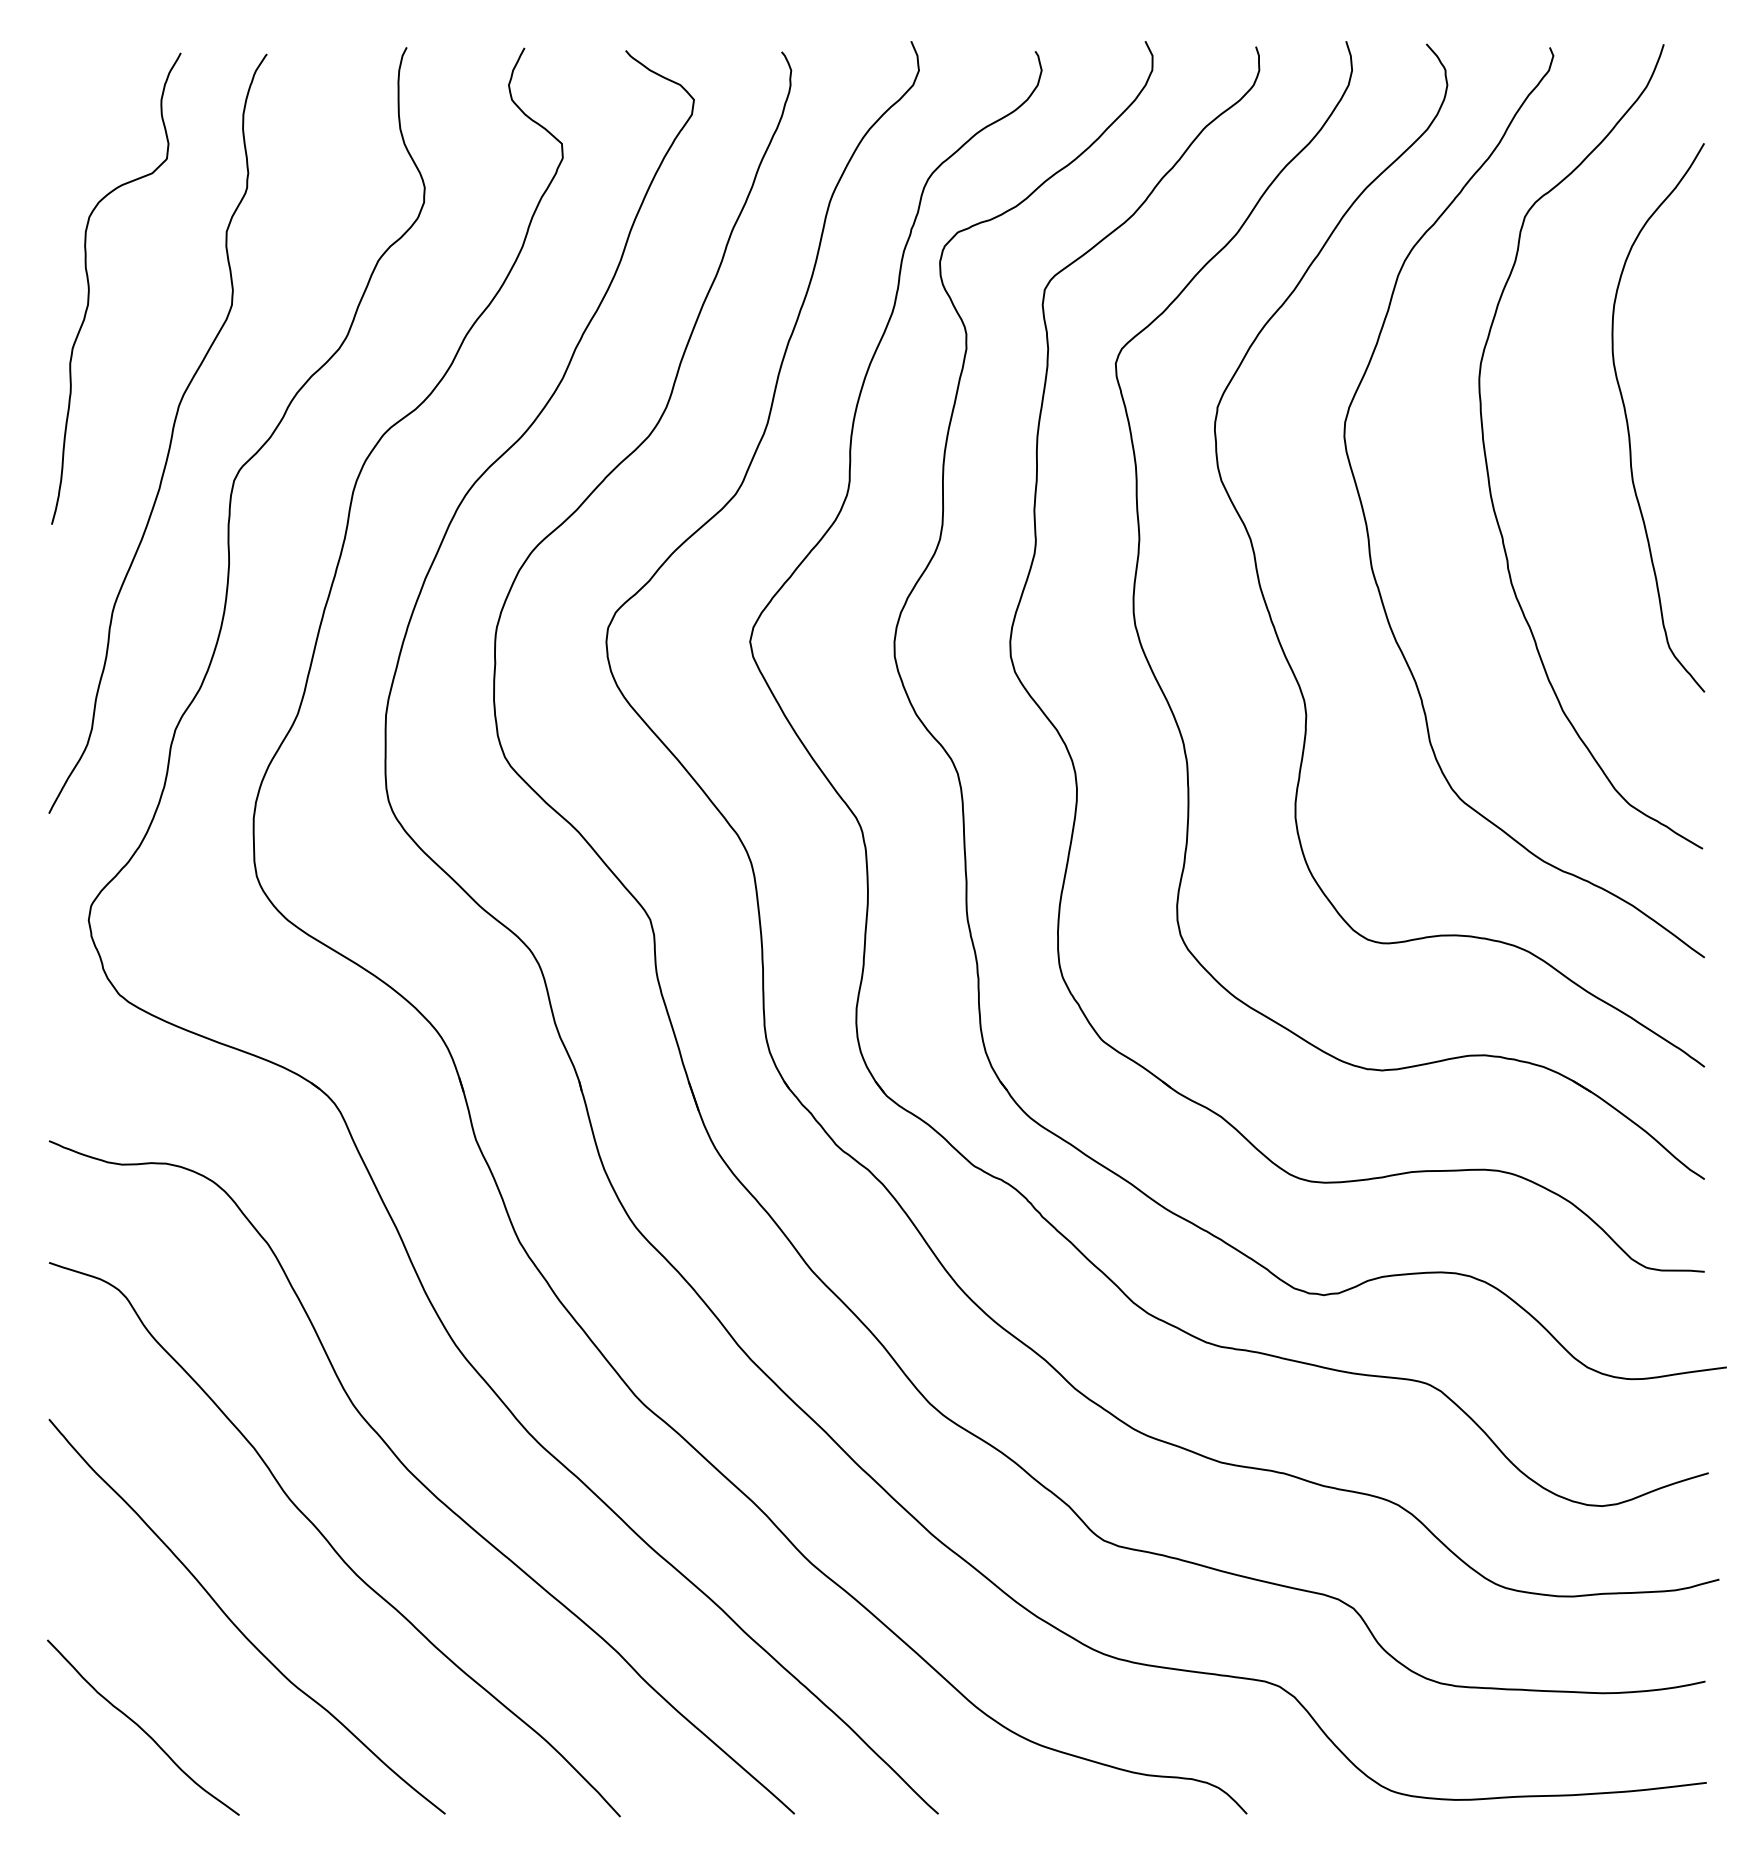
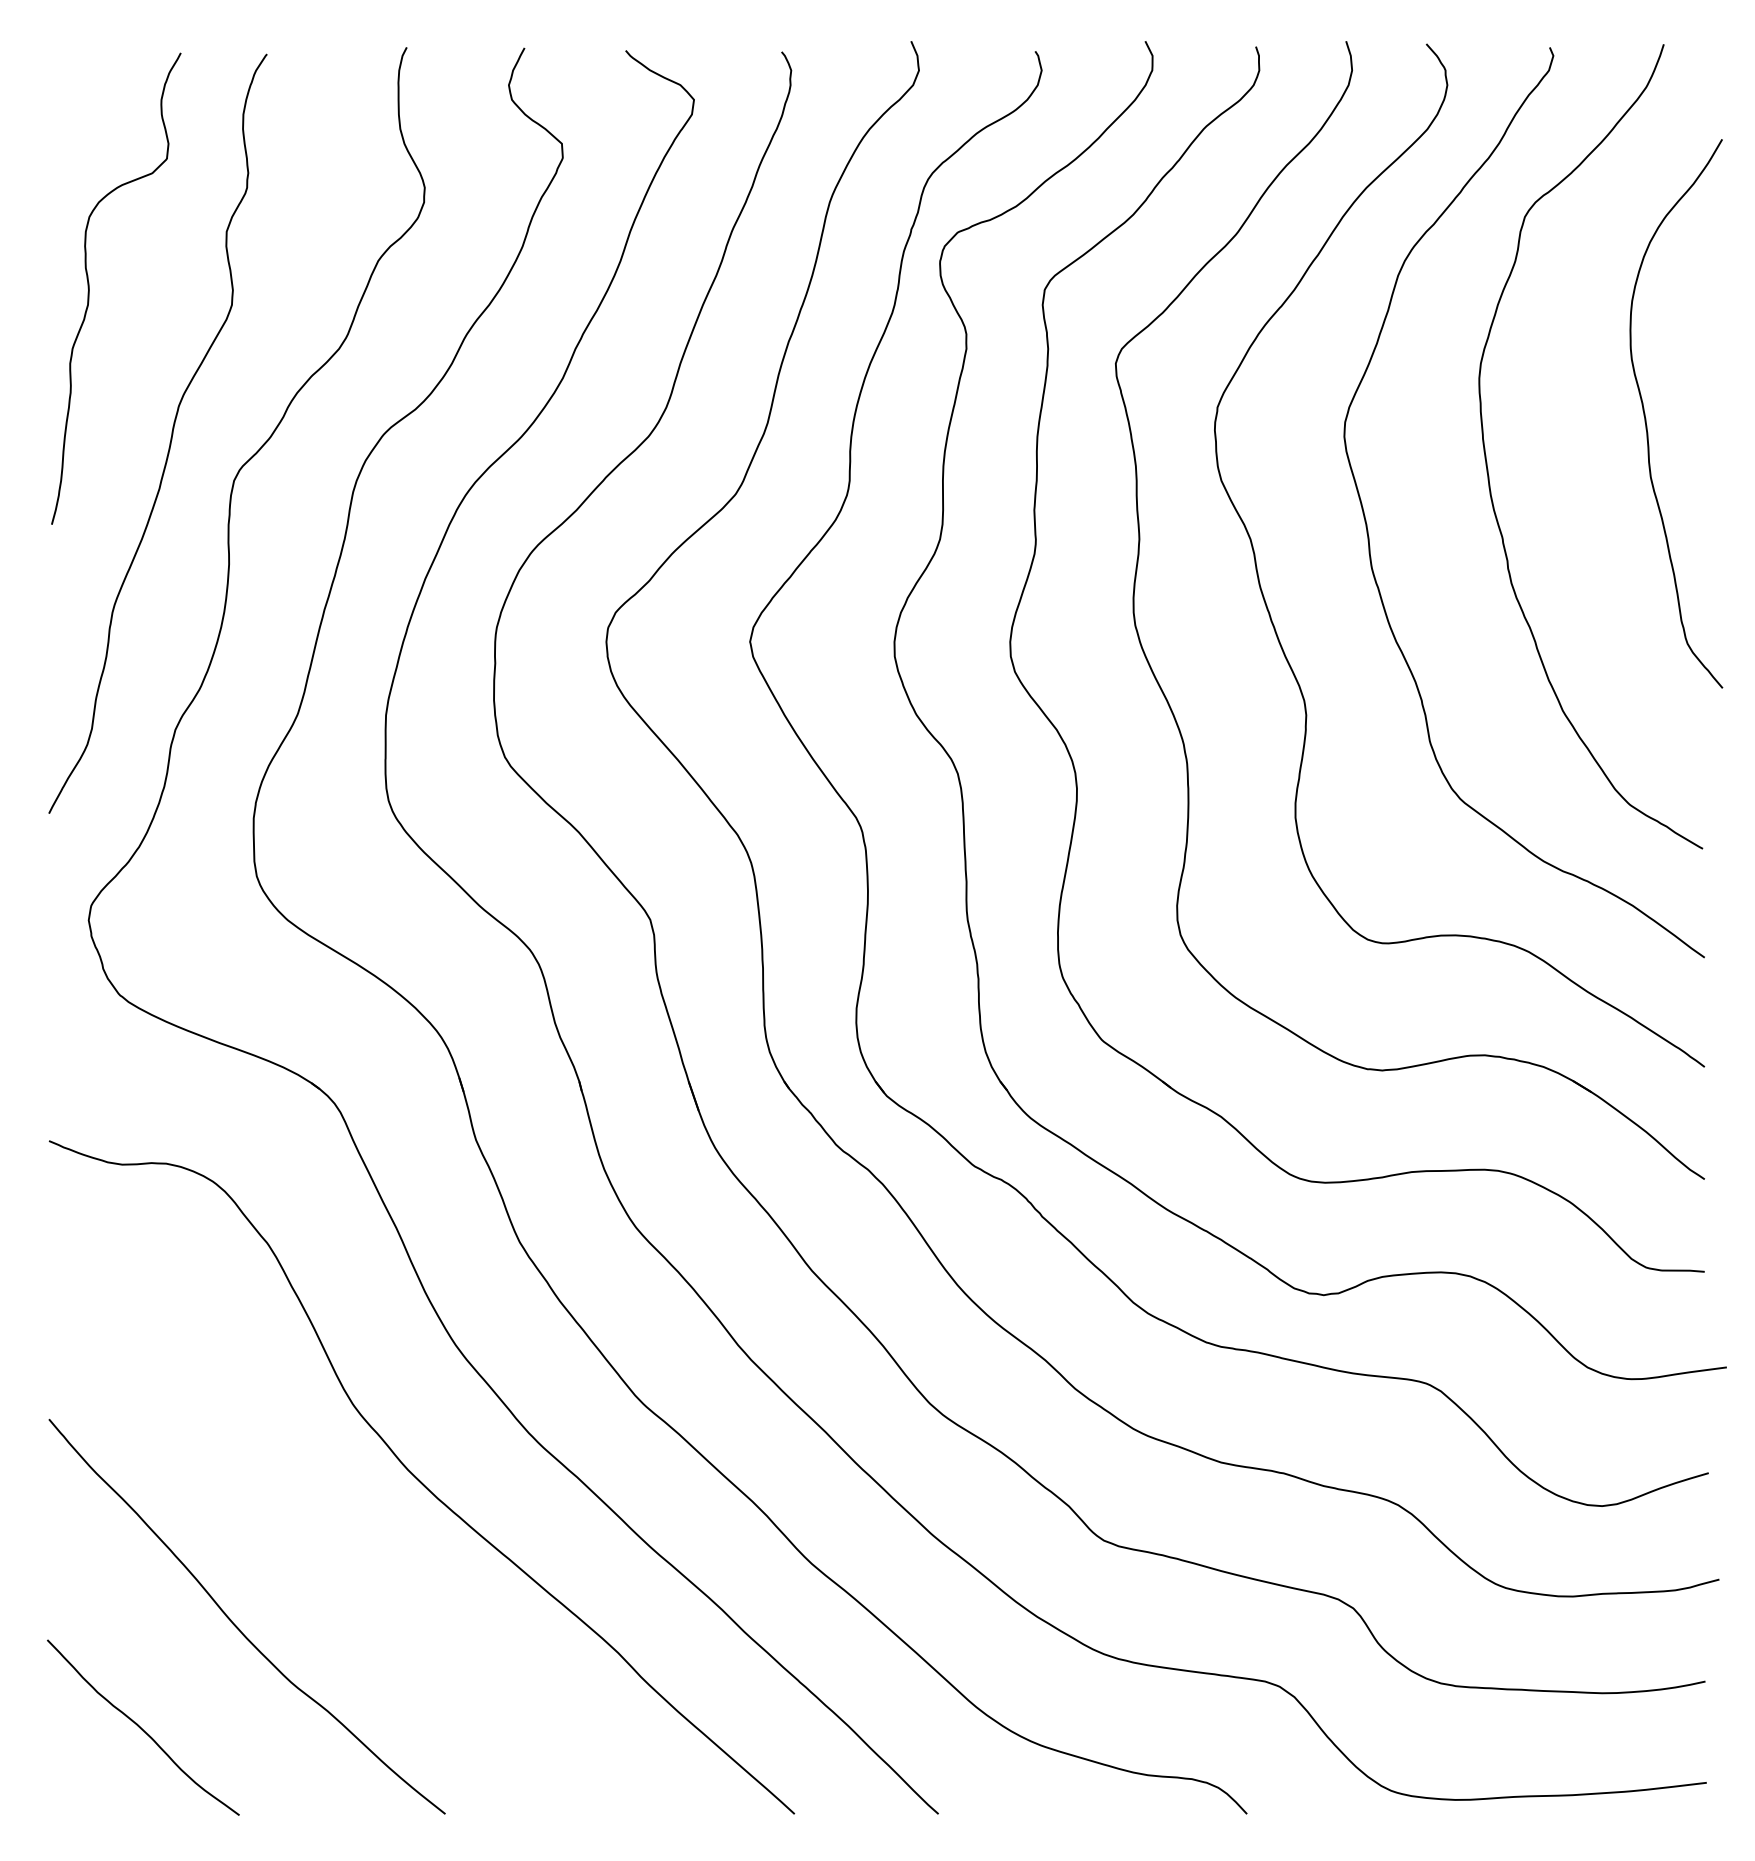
curve at (1628, 422) position: (1628, 422) -> (1646, 418)
curve at (329, 1541): present -> none
